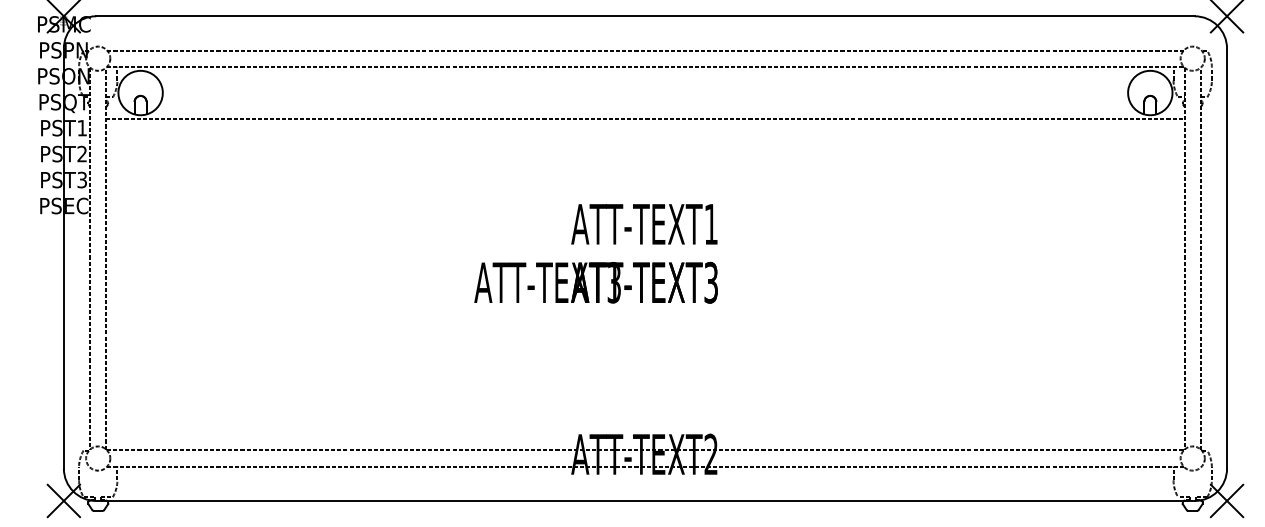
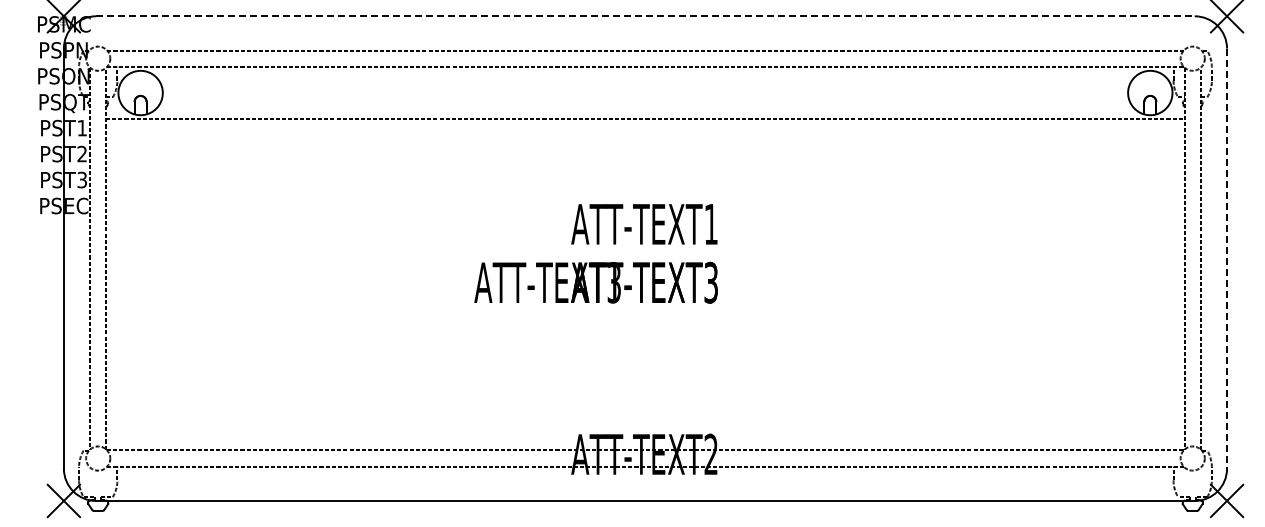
line at (645, 16): solid -> dashed
line at (1227, 259): solid -> dashed
